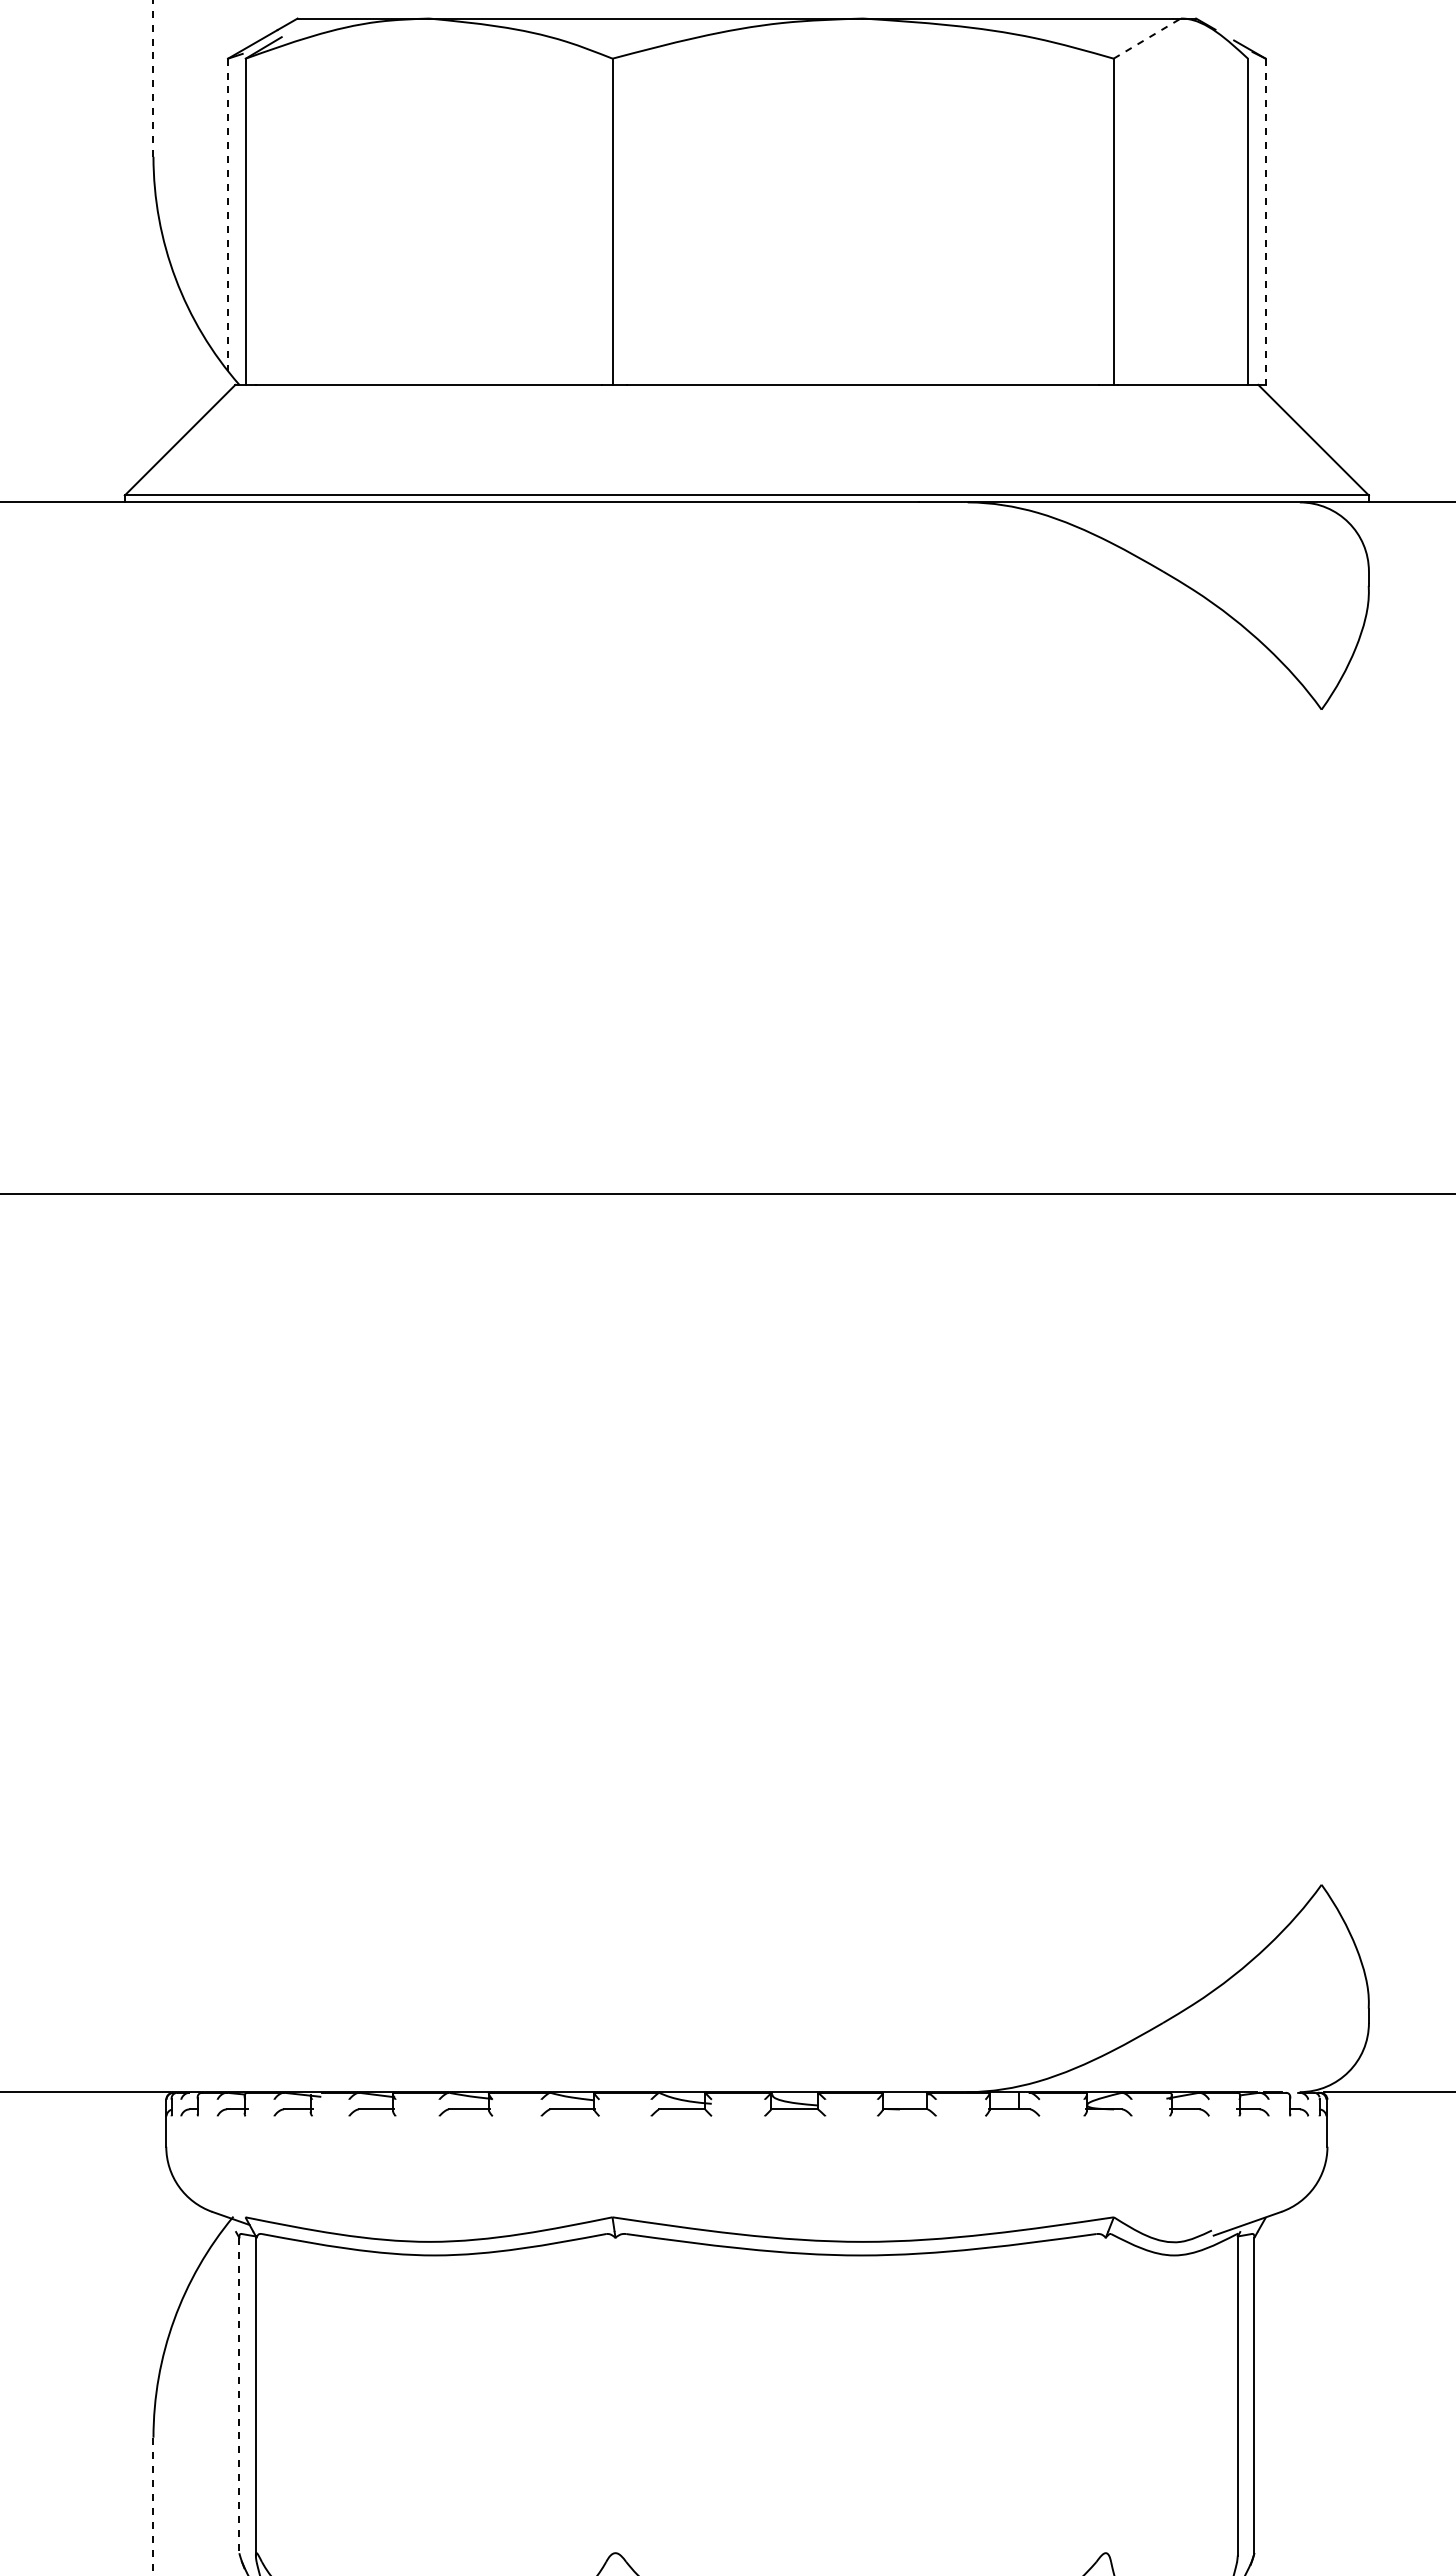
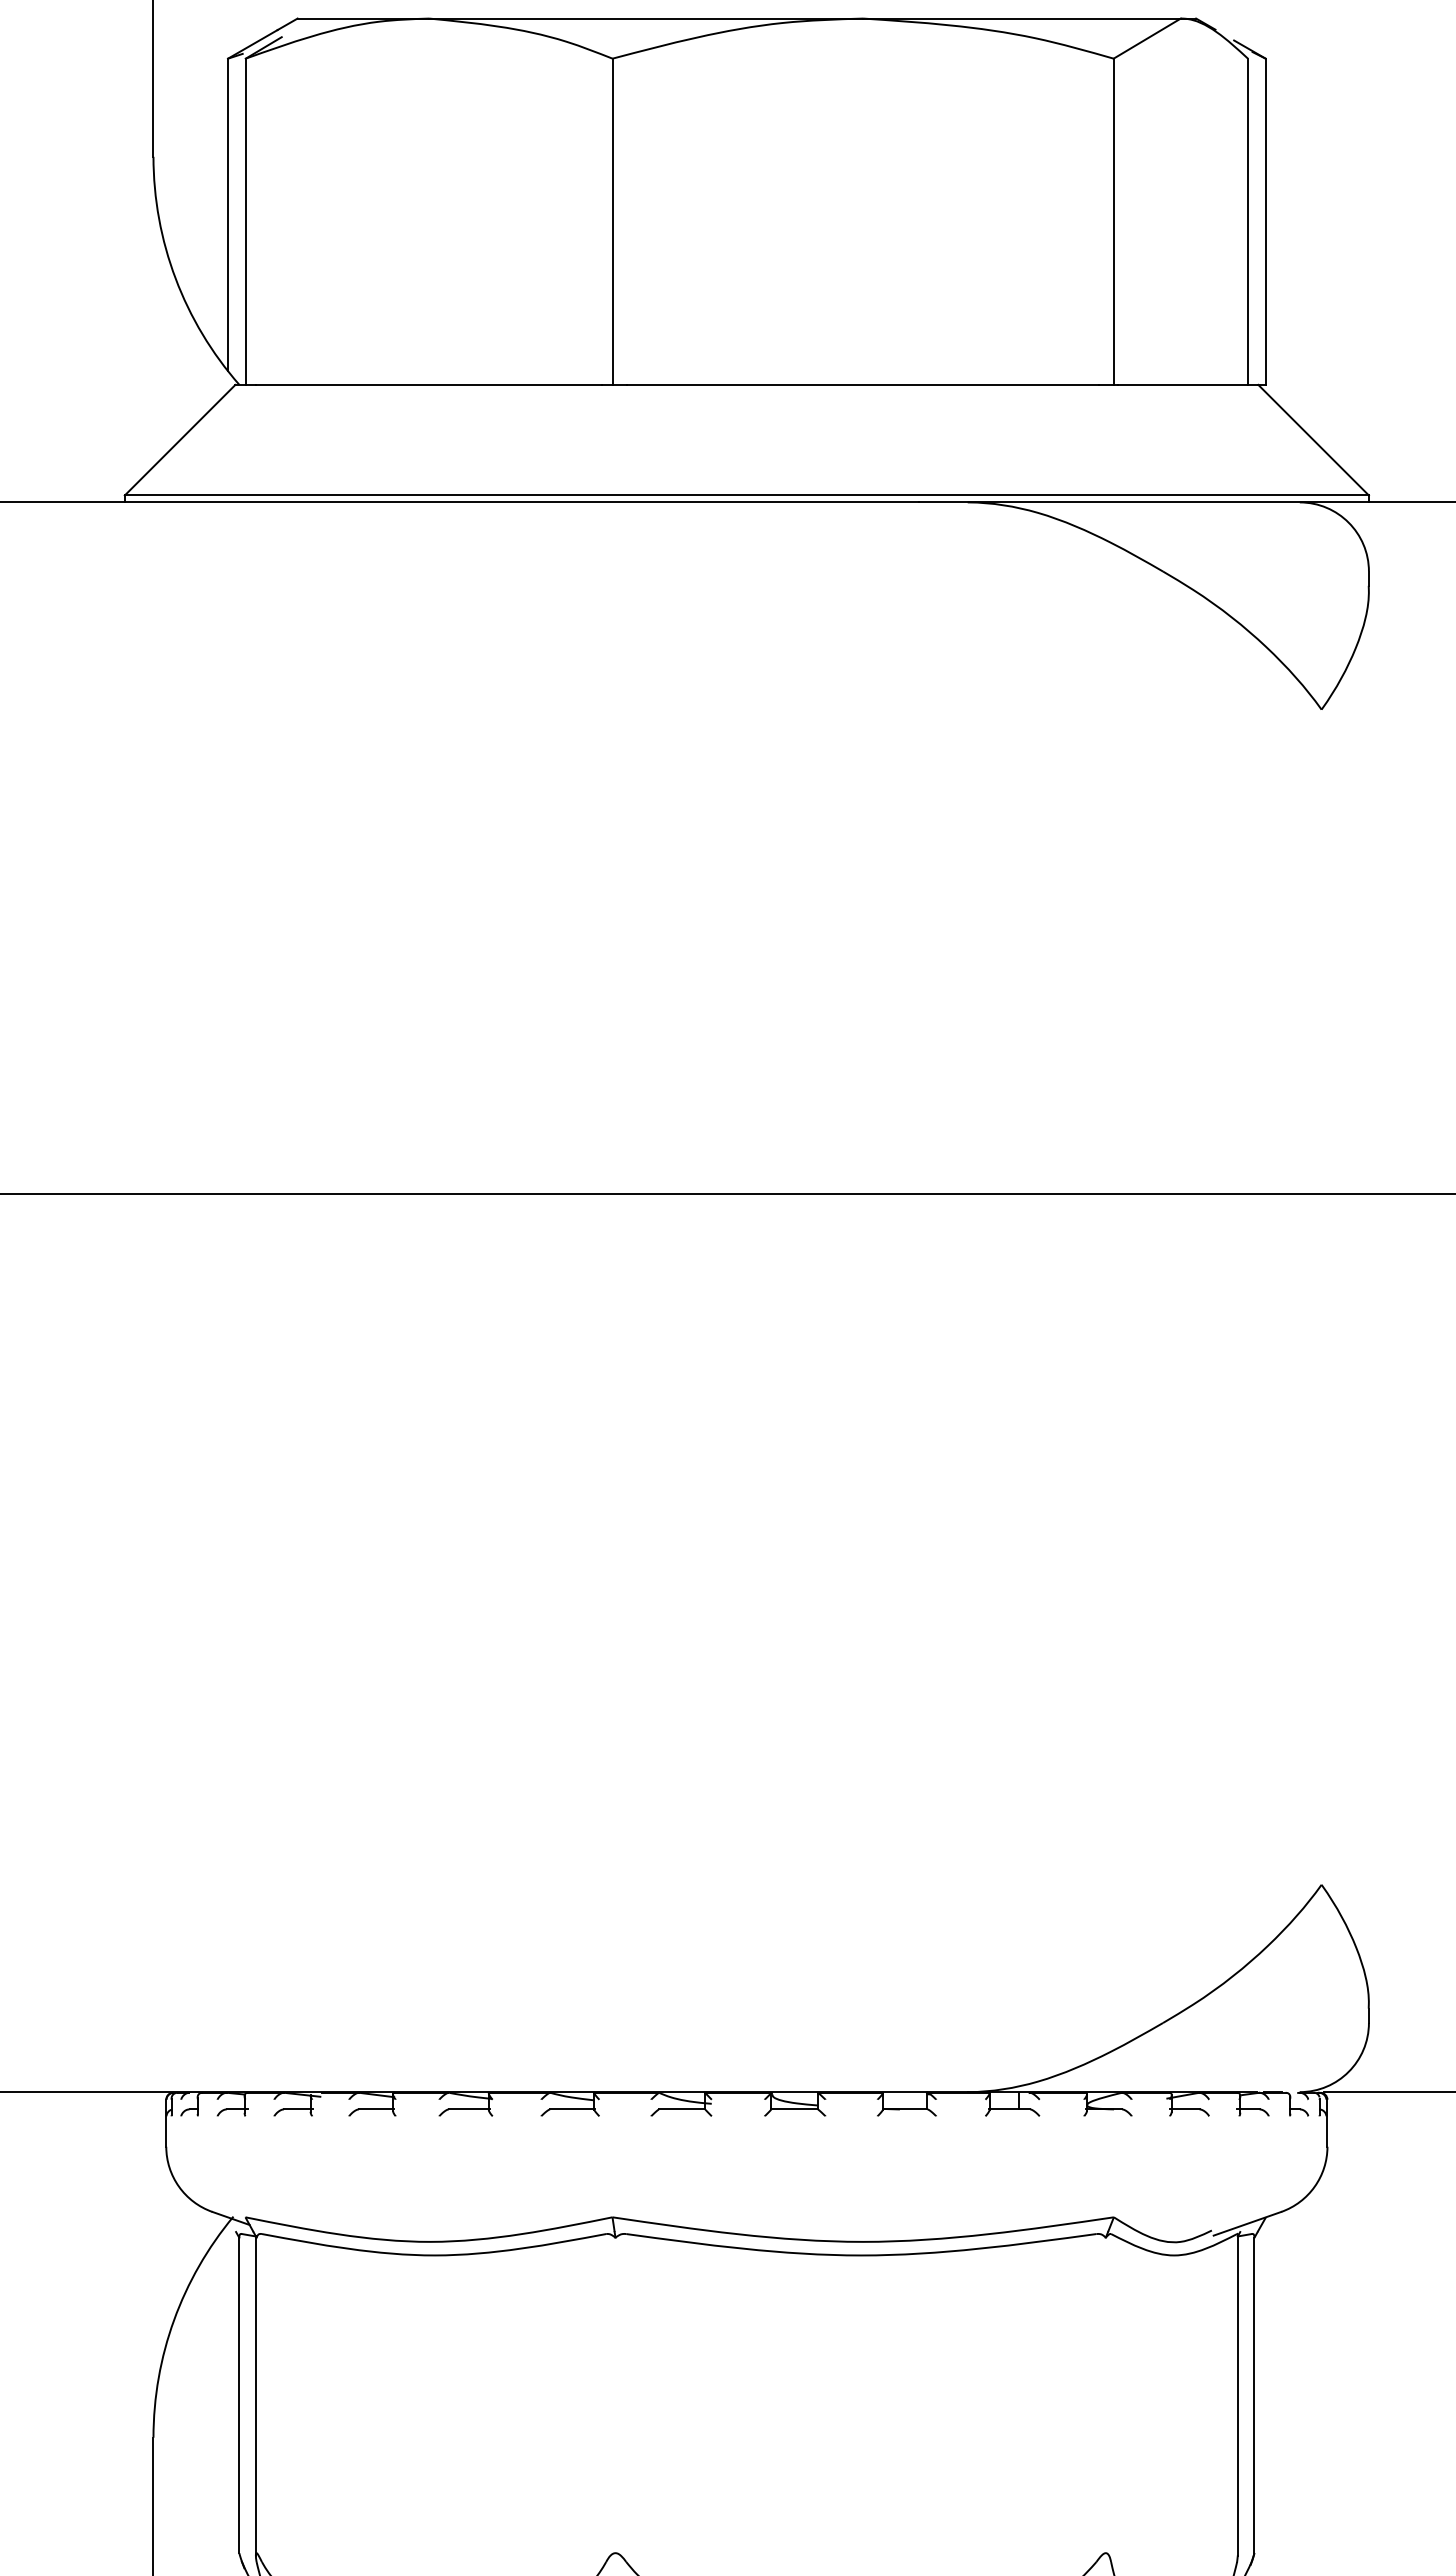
line at (1147, 38): dashed -> solid
line at (153, 77): dashed -> solid
line at (228, 215): dashed -> solid
line at (1265, 222): dashed -> solid
line at (239, 2395): dashed -> solid
line at (153, 2506): dashed -> solid
